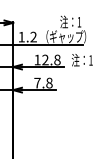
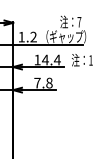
text at (79, 22): 1 -> 7
text at (51, 59): 12.8 -> 14.4
